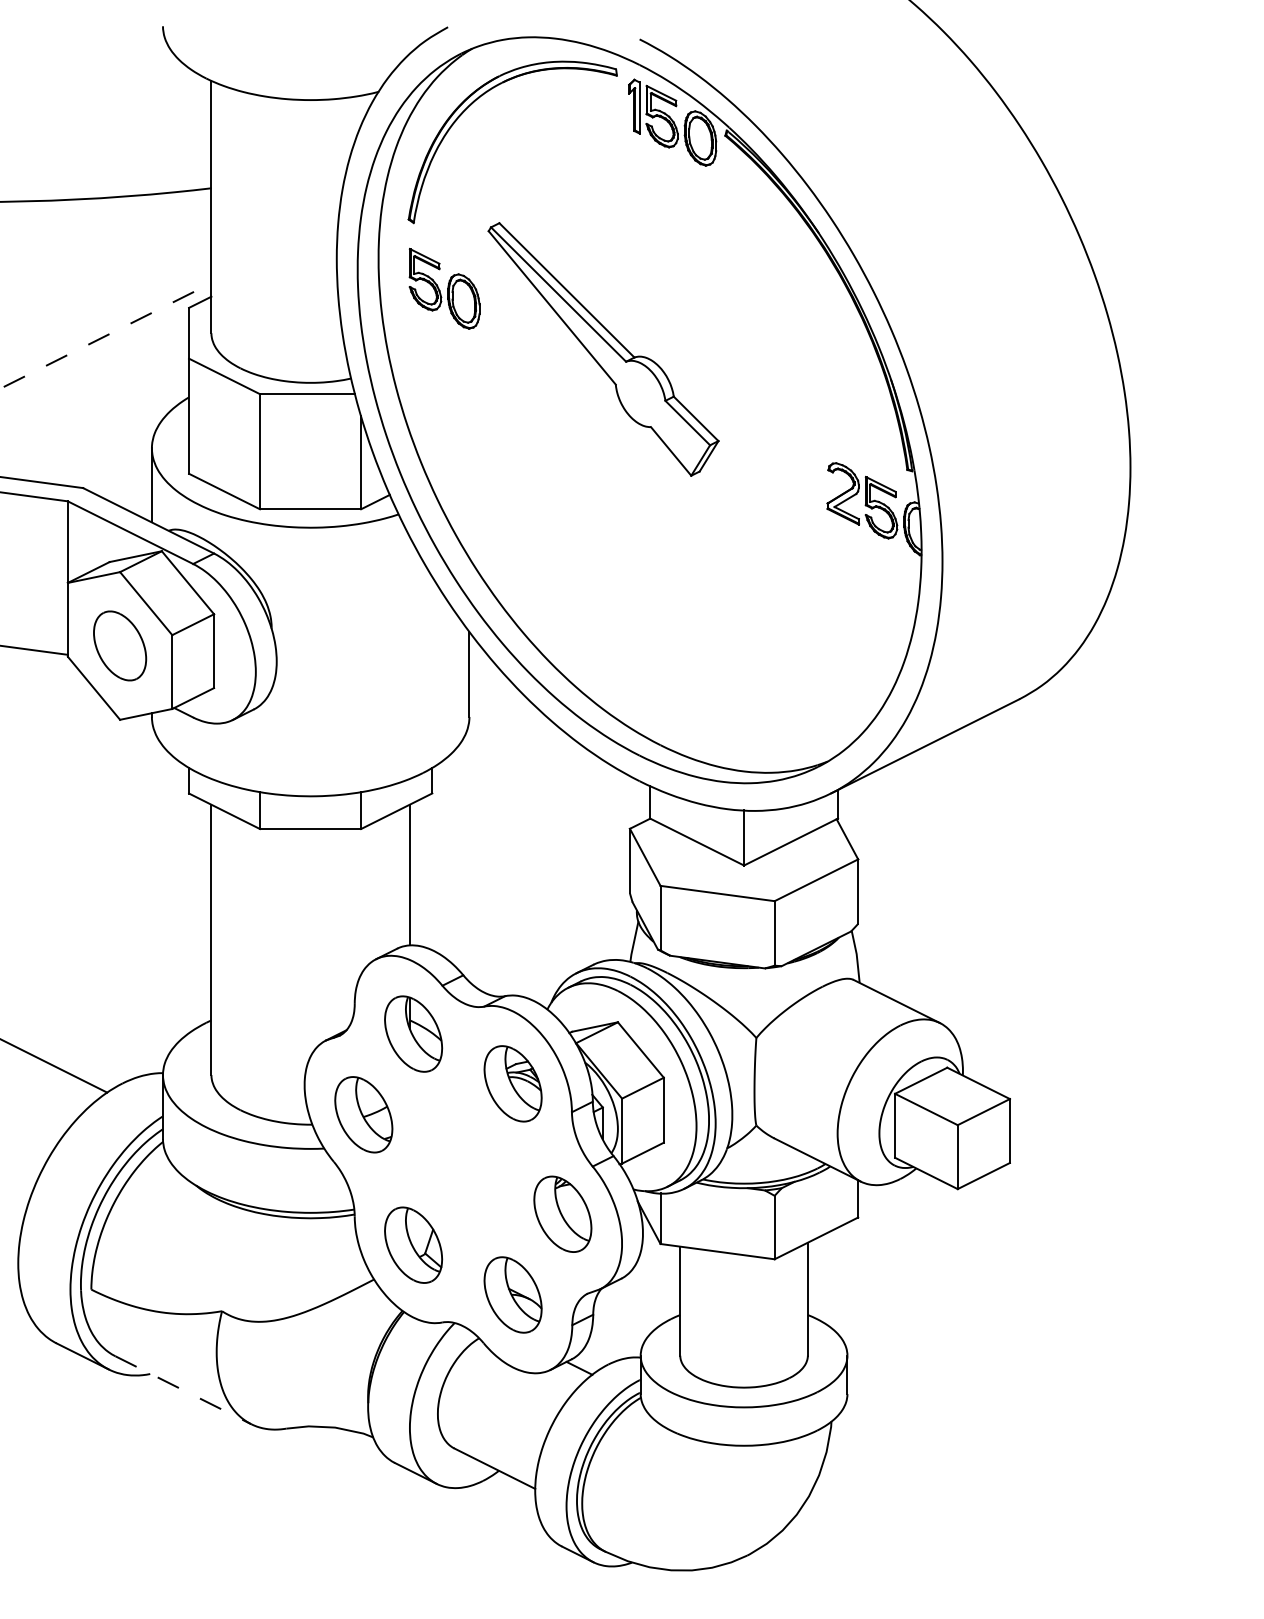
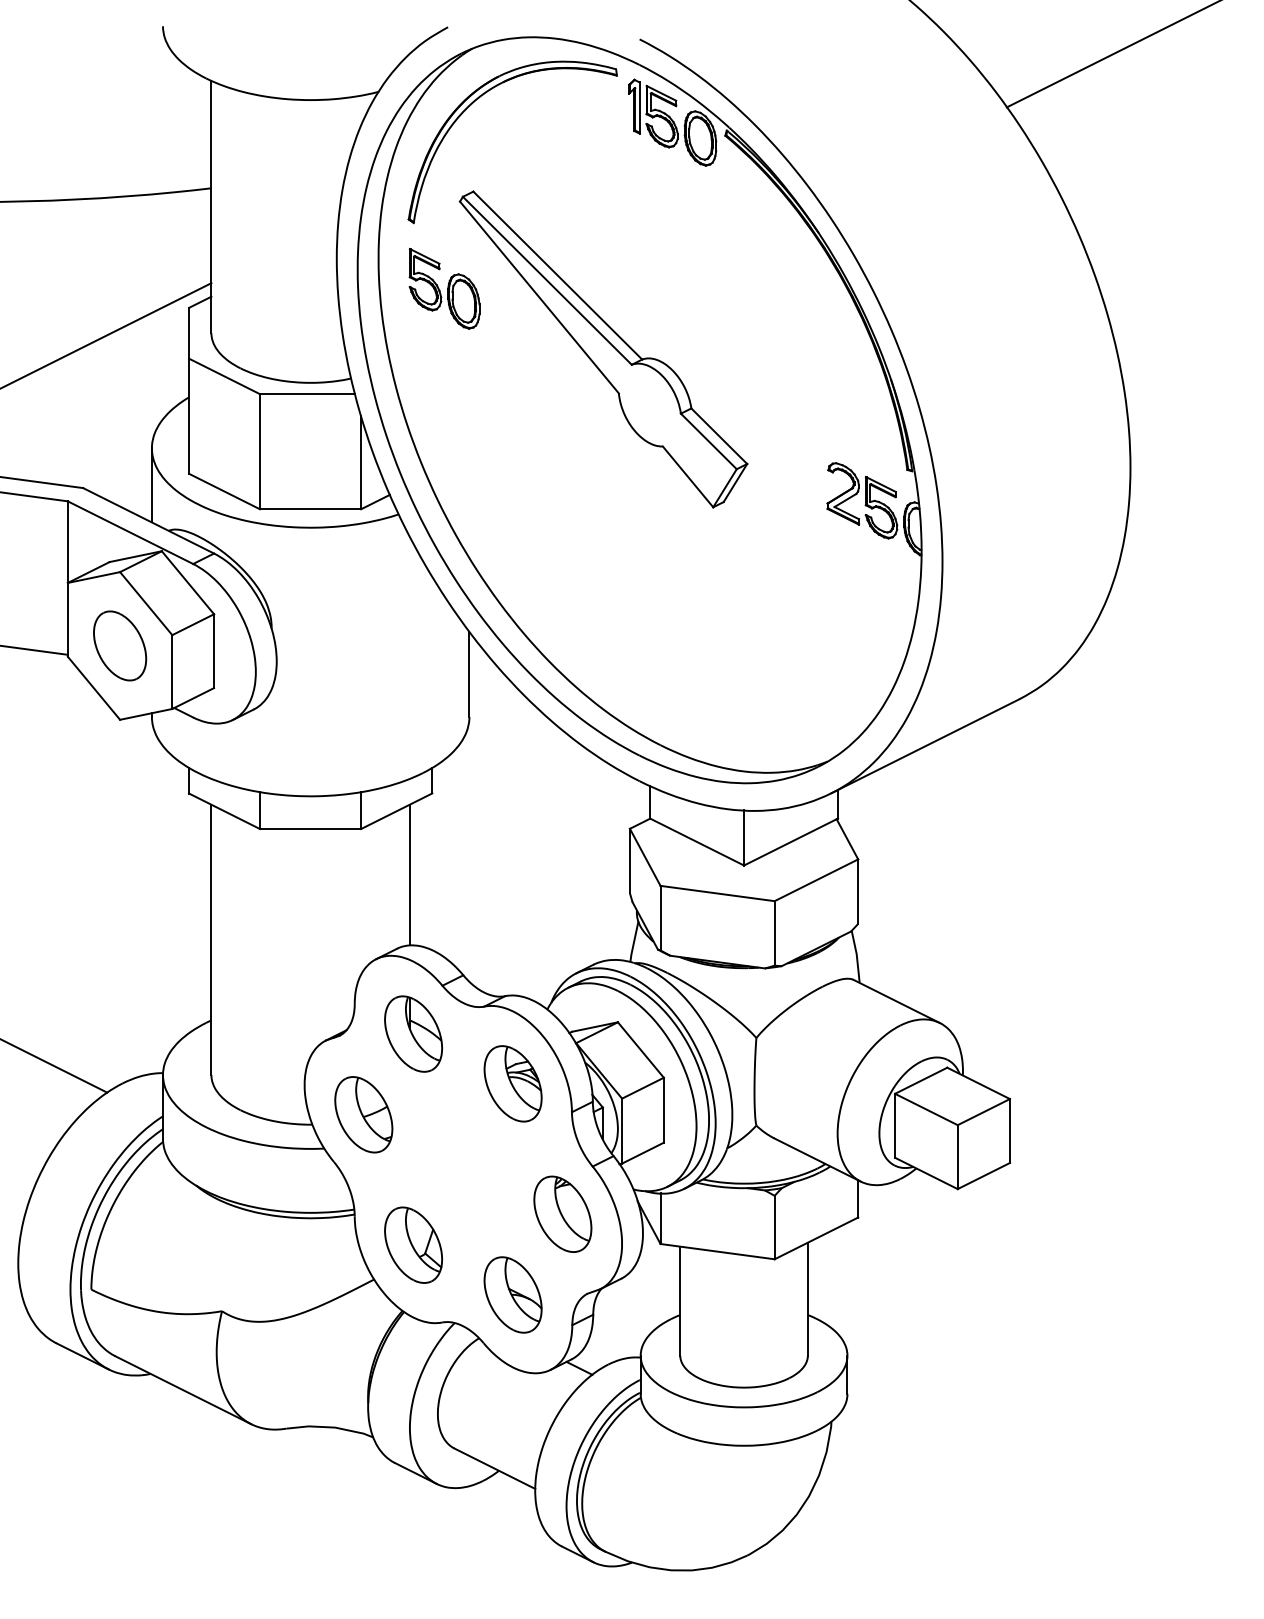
line at (1111, 54): none -> present
line at (105, 335): dashed -> solid
part at (603, 349) size: 233x255 px -> 291x319 px
line at (183, 1390): dashed -> solid
